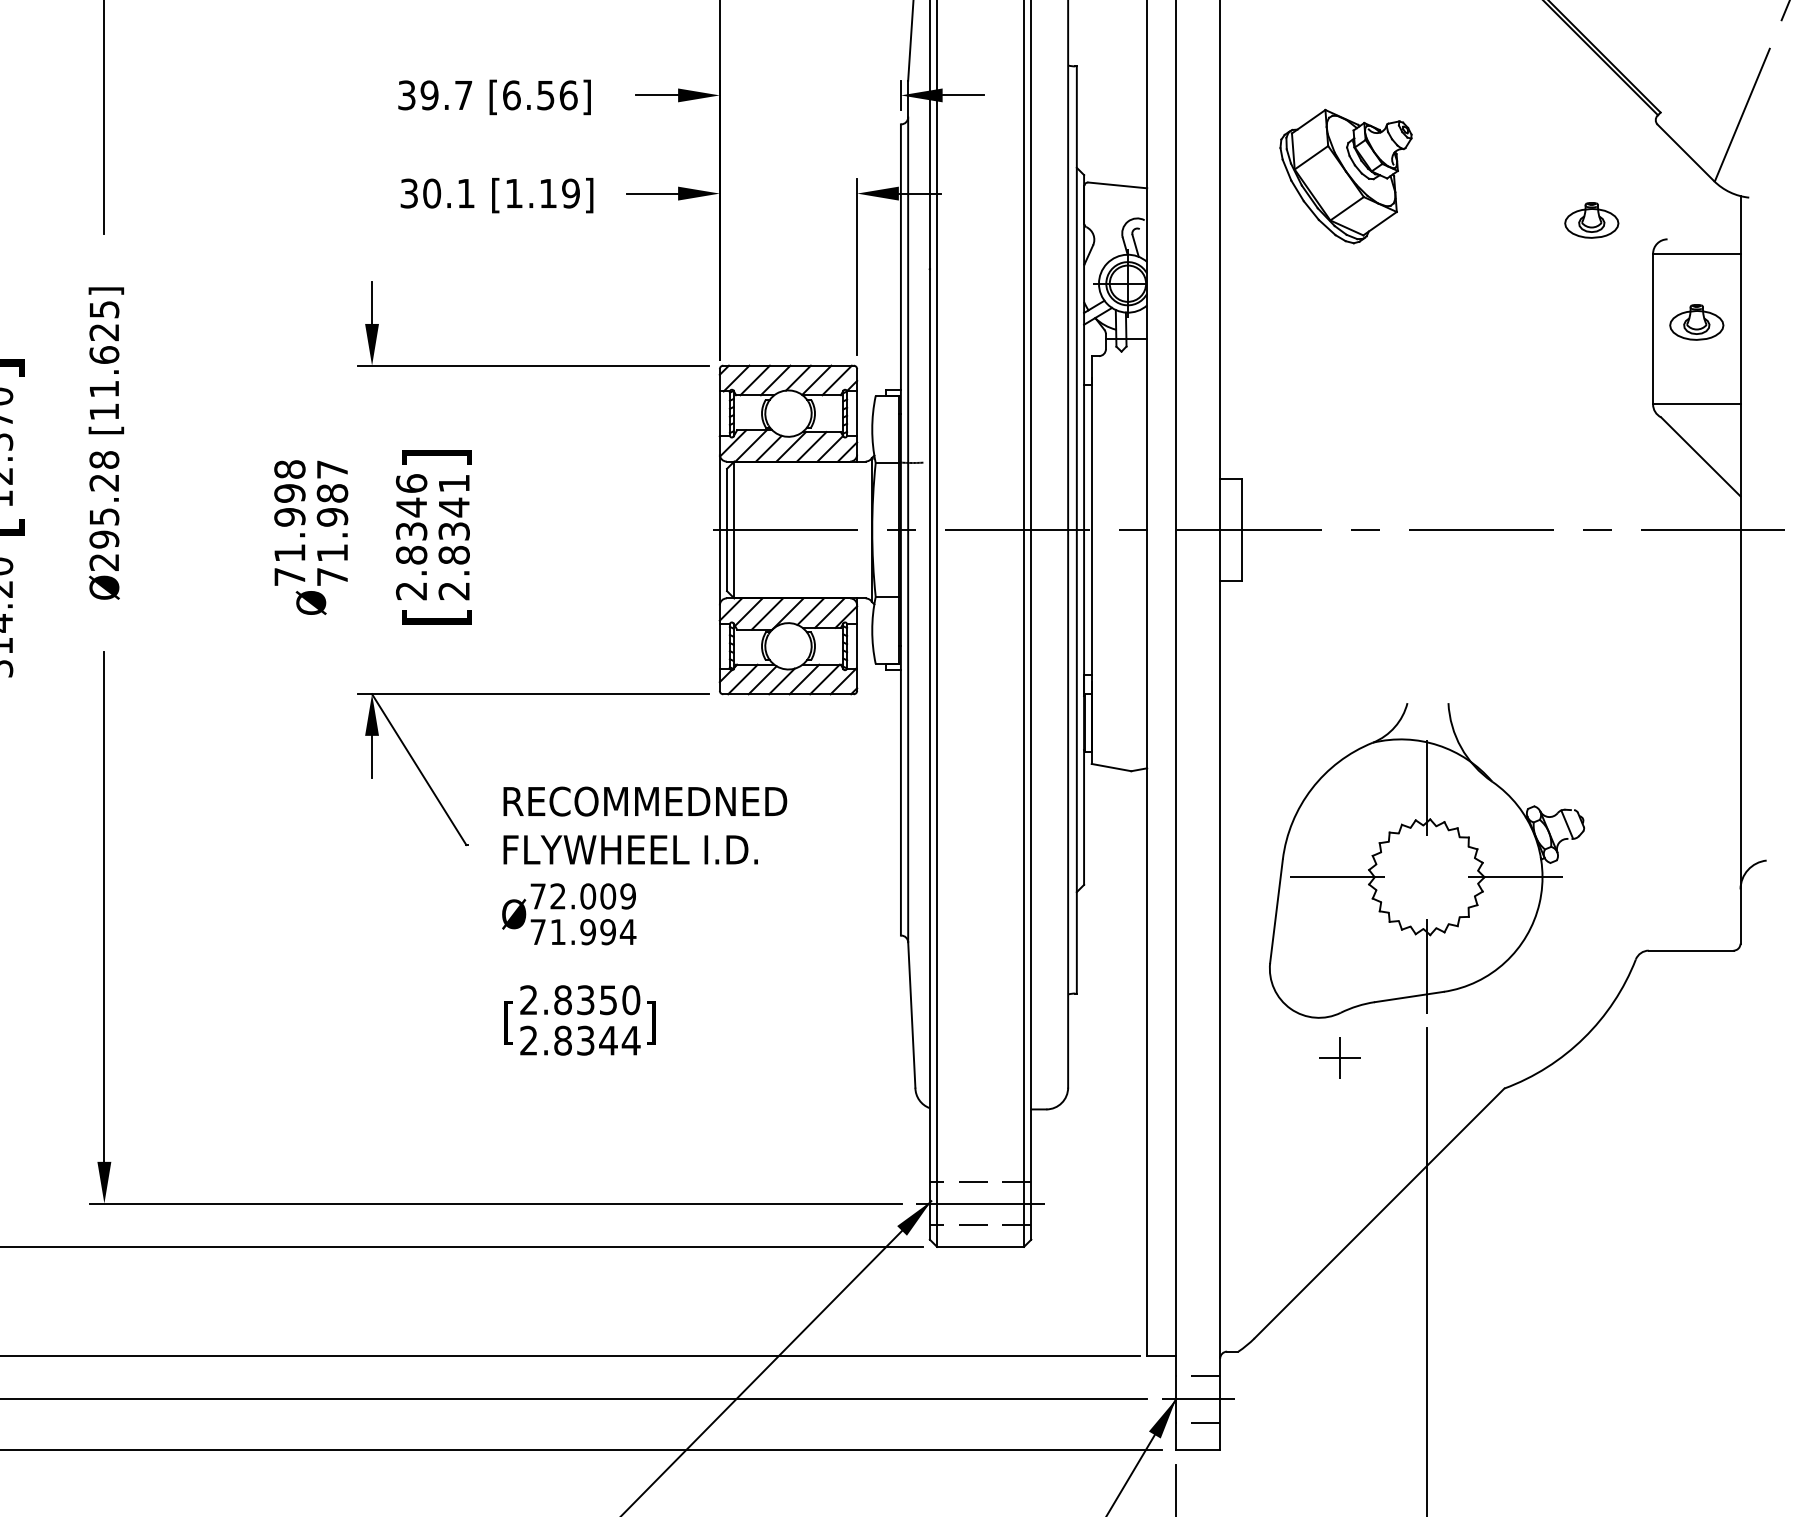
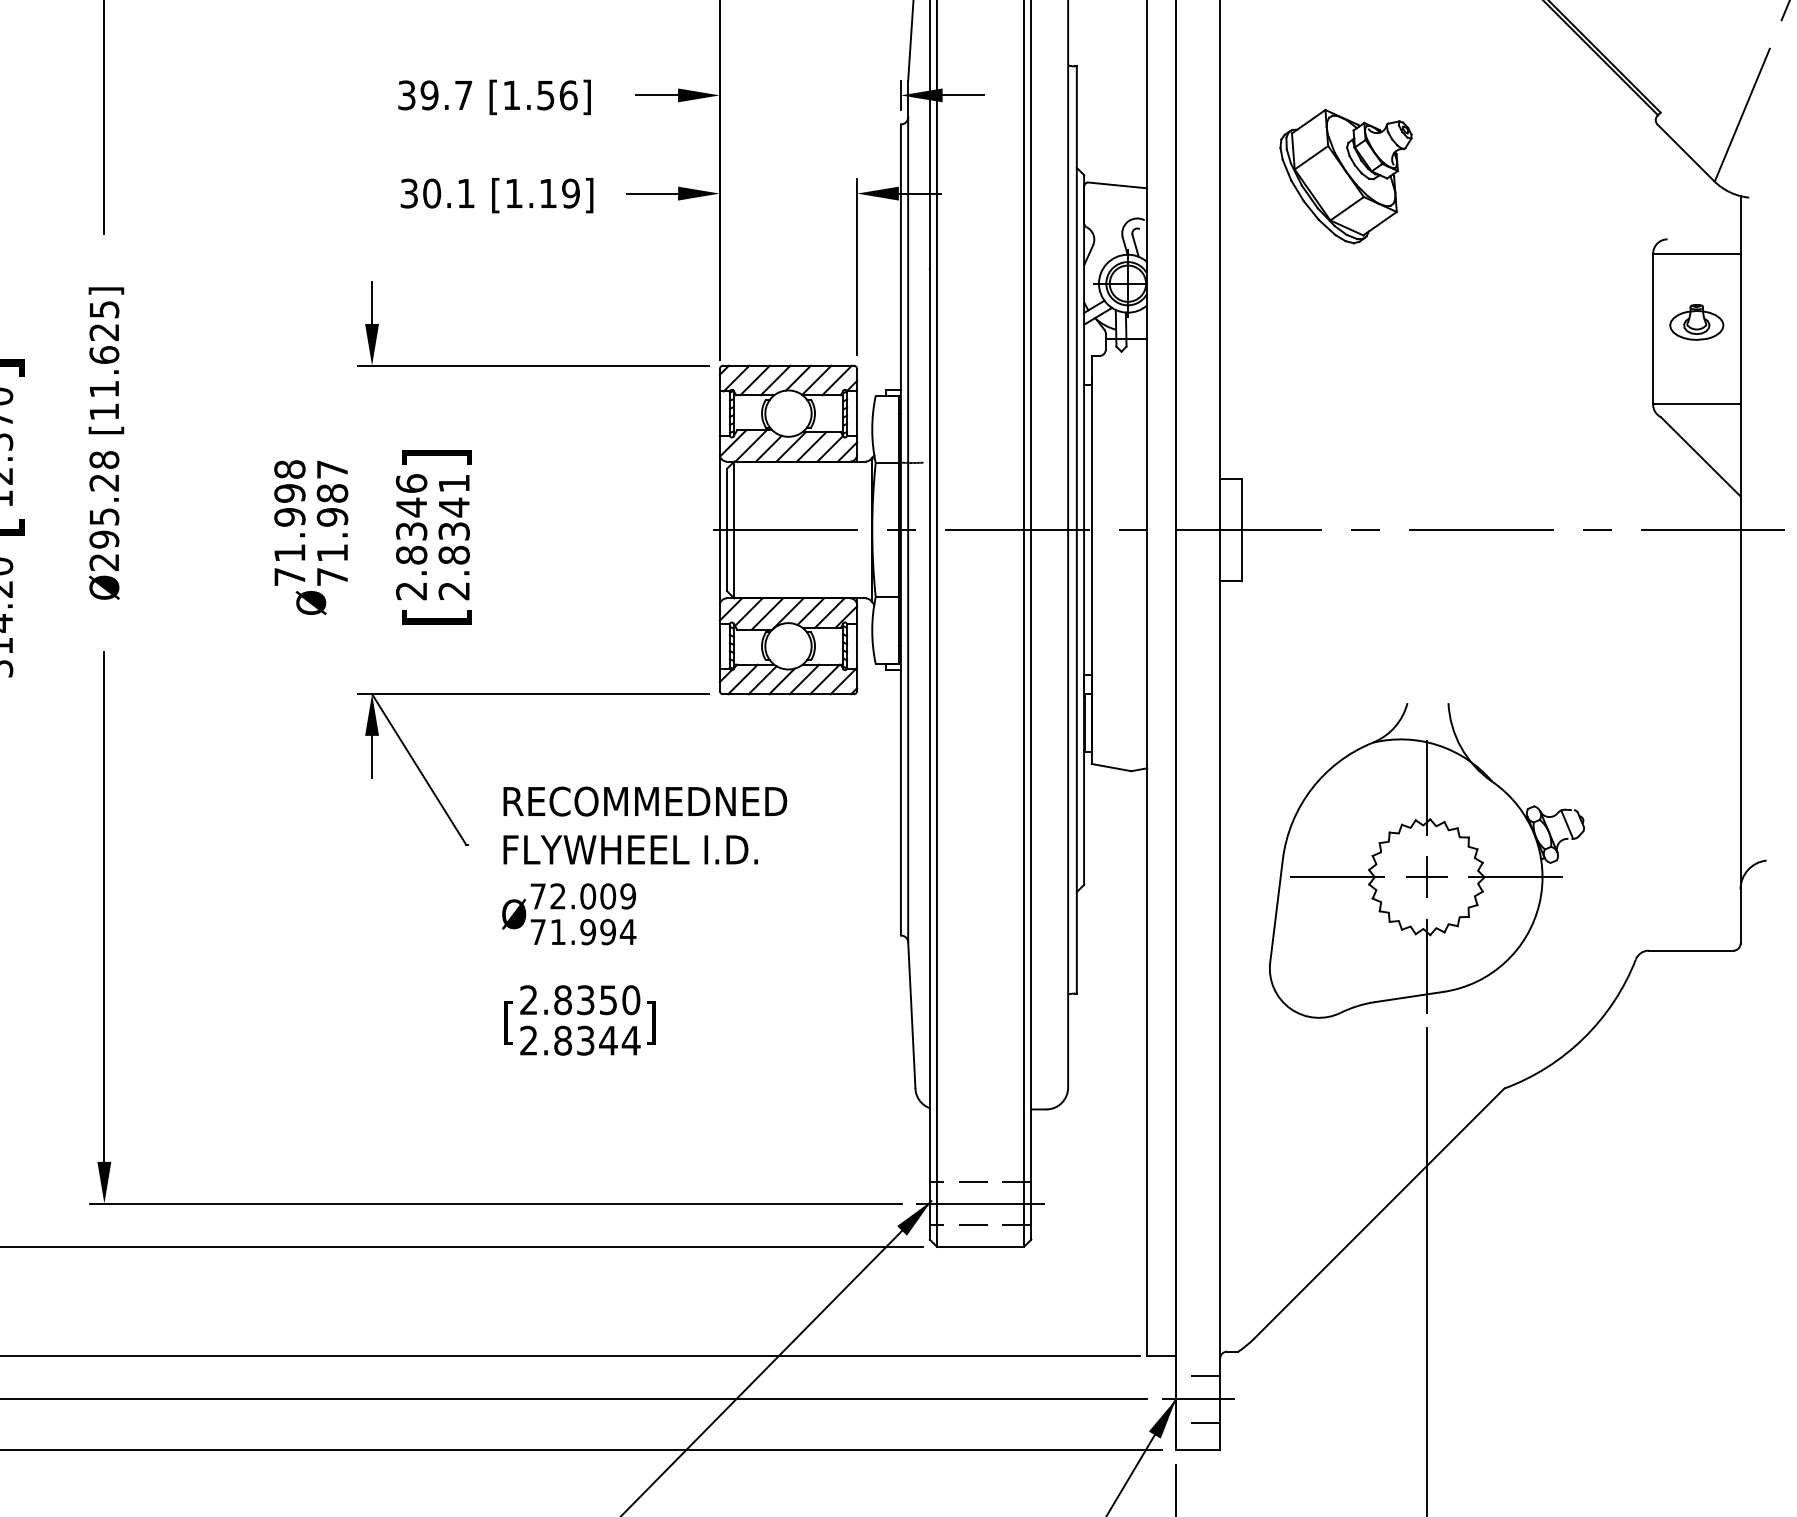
text at (511, 95): [6.56] -> [1.56]
part at (1591, 220): present -> none
part at (1339, 1057) position: (1339, 1057) -> (1426, 876)
